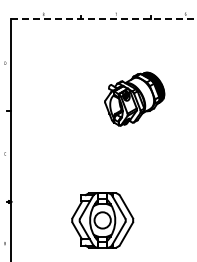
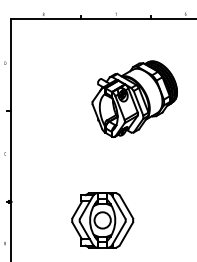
line at (104, 19): dashed -> solid
part at (134, 98) size: 62x56 px -> 87x78 px
